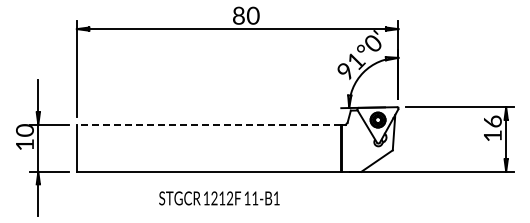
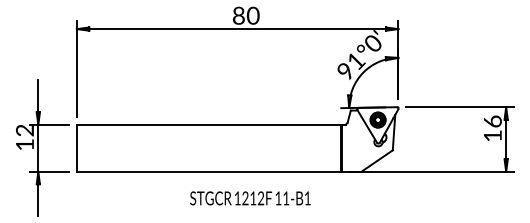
line at (208, 124): dashed -> solid
text at (24, 130): 10 -> 12
text at (219, 198) position: (219, 198) -> (250, 198)
